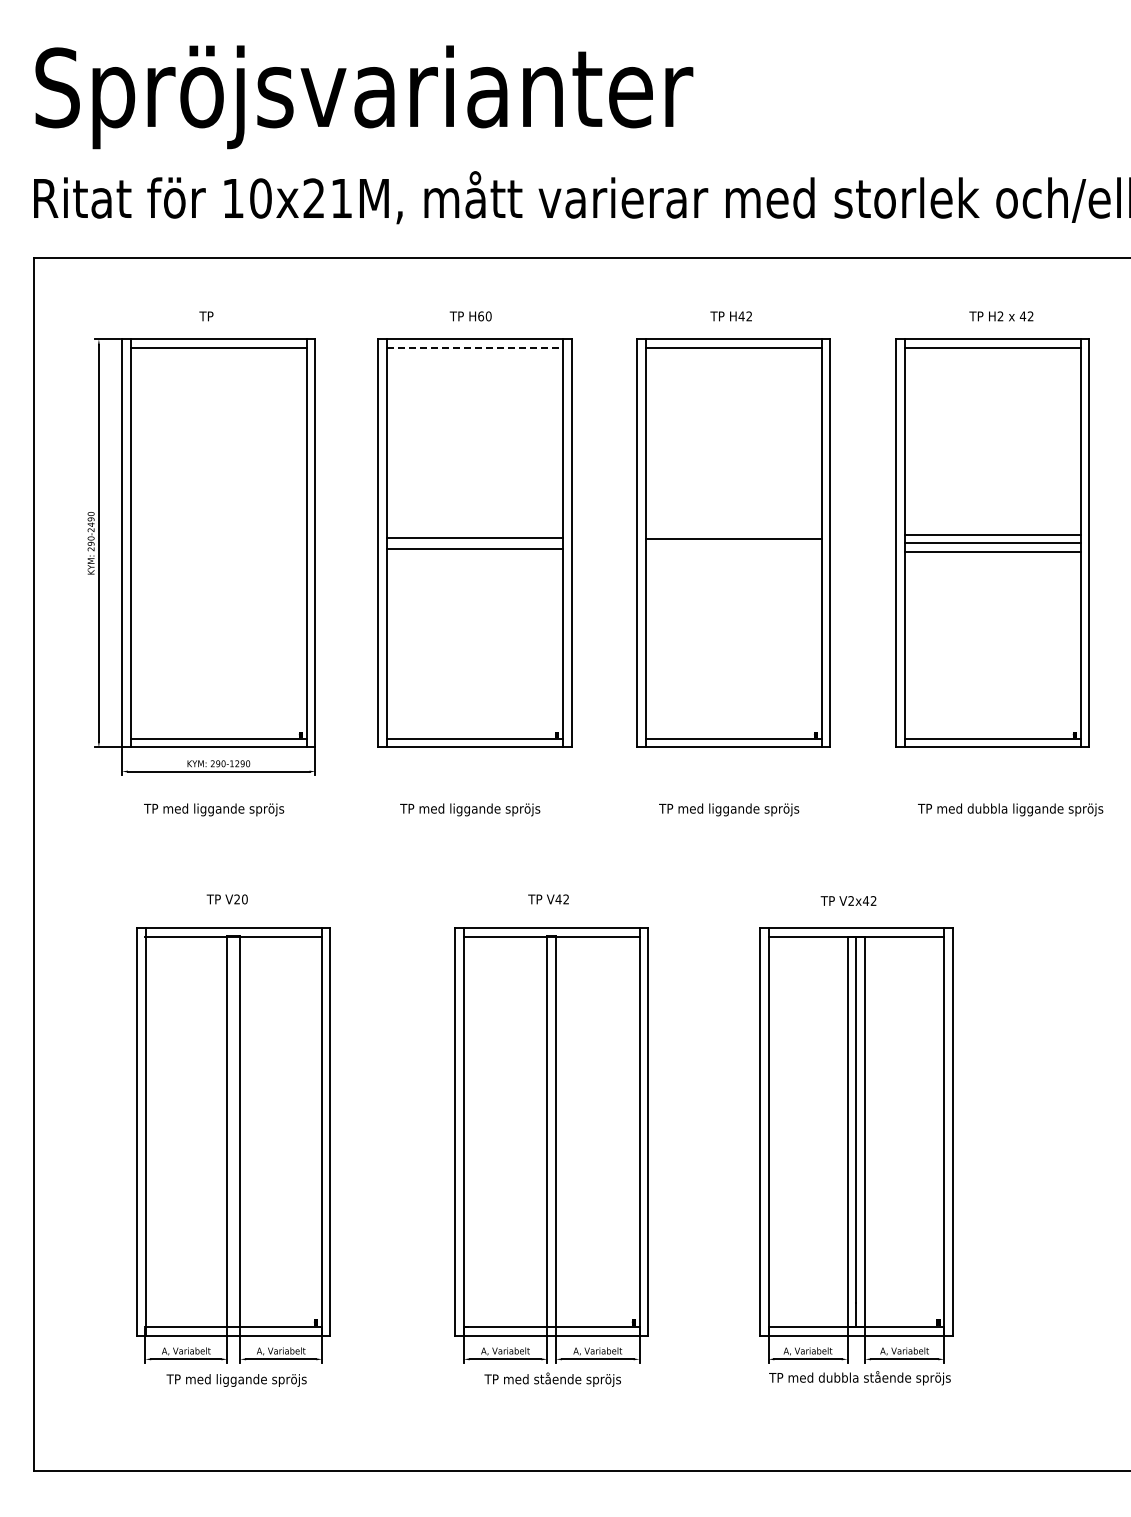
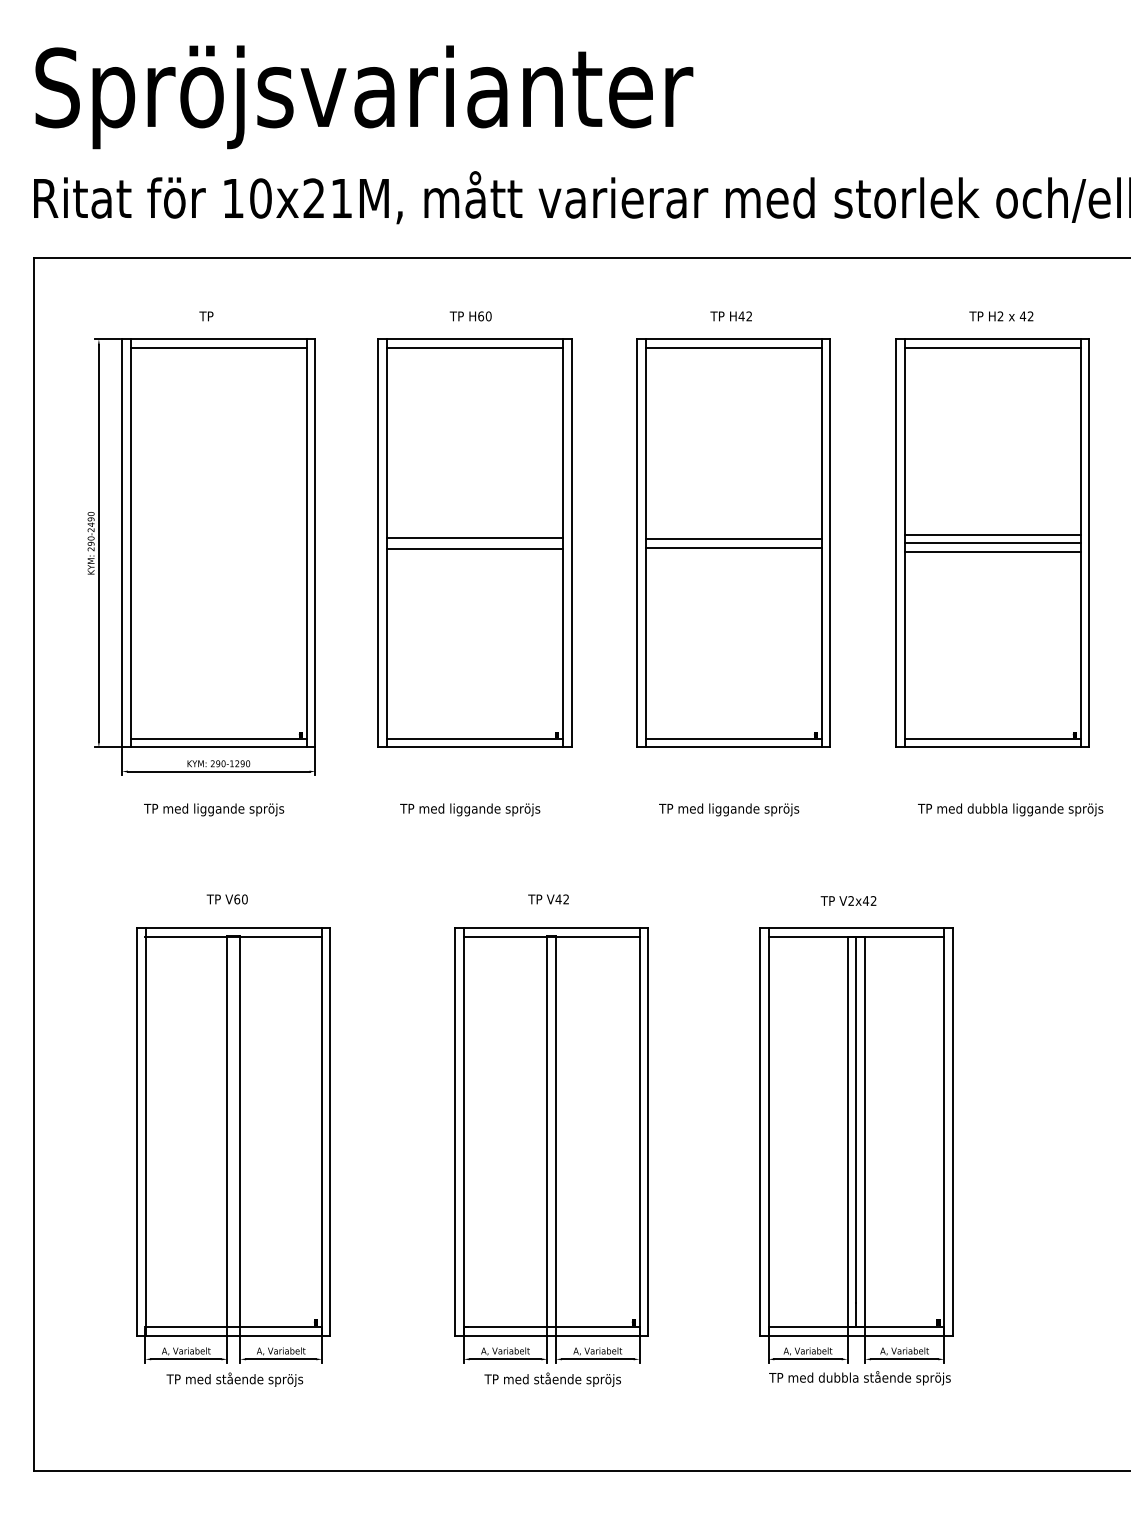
line at (474, 348): dashed -> solid
line at (733, 547): none -> present
text at (237, 899): V20 -> V60
text at (261, 1379): TP med liggande spröjs -> TP med stående spröjs
